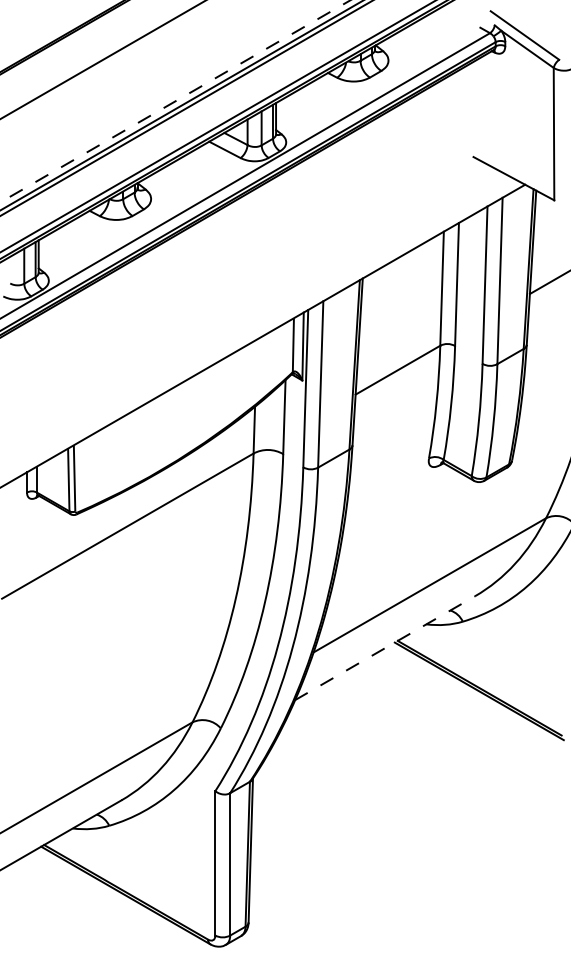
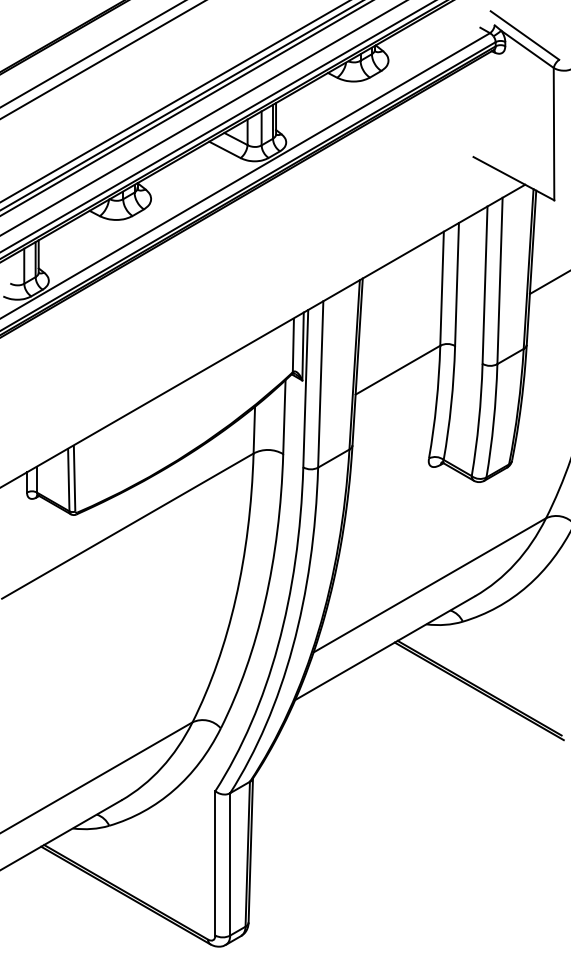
line at (92, 54): none -> present
line at (175, 101): dashed -> solid
line at (203, 118): none -> present
line at (385, 648): dashed -> solid
